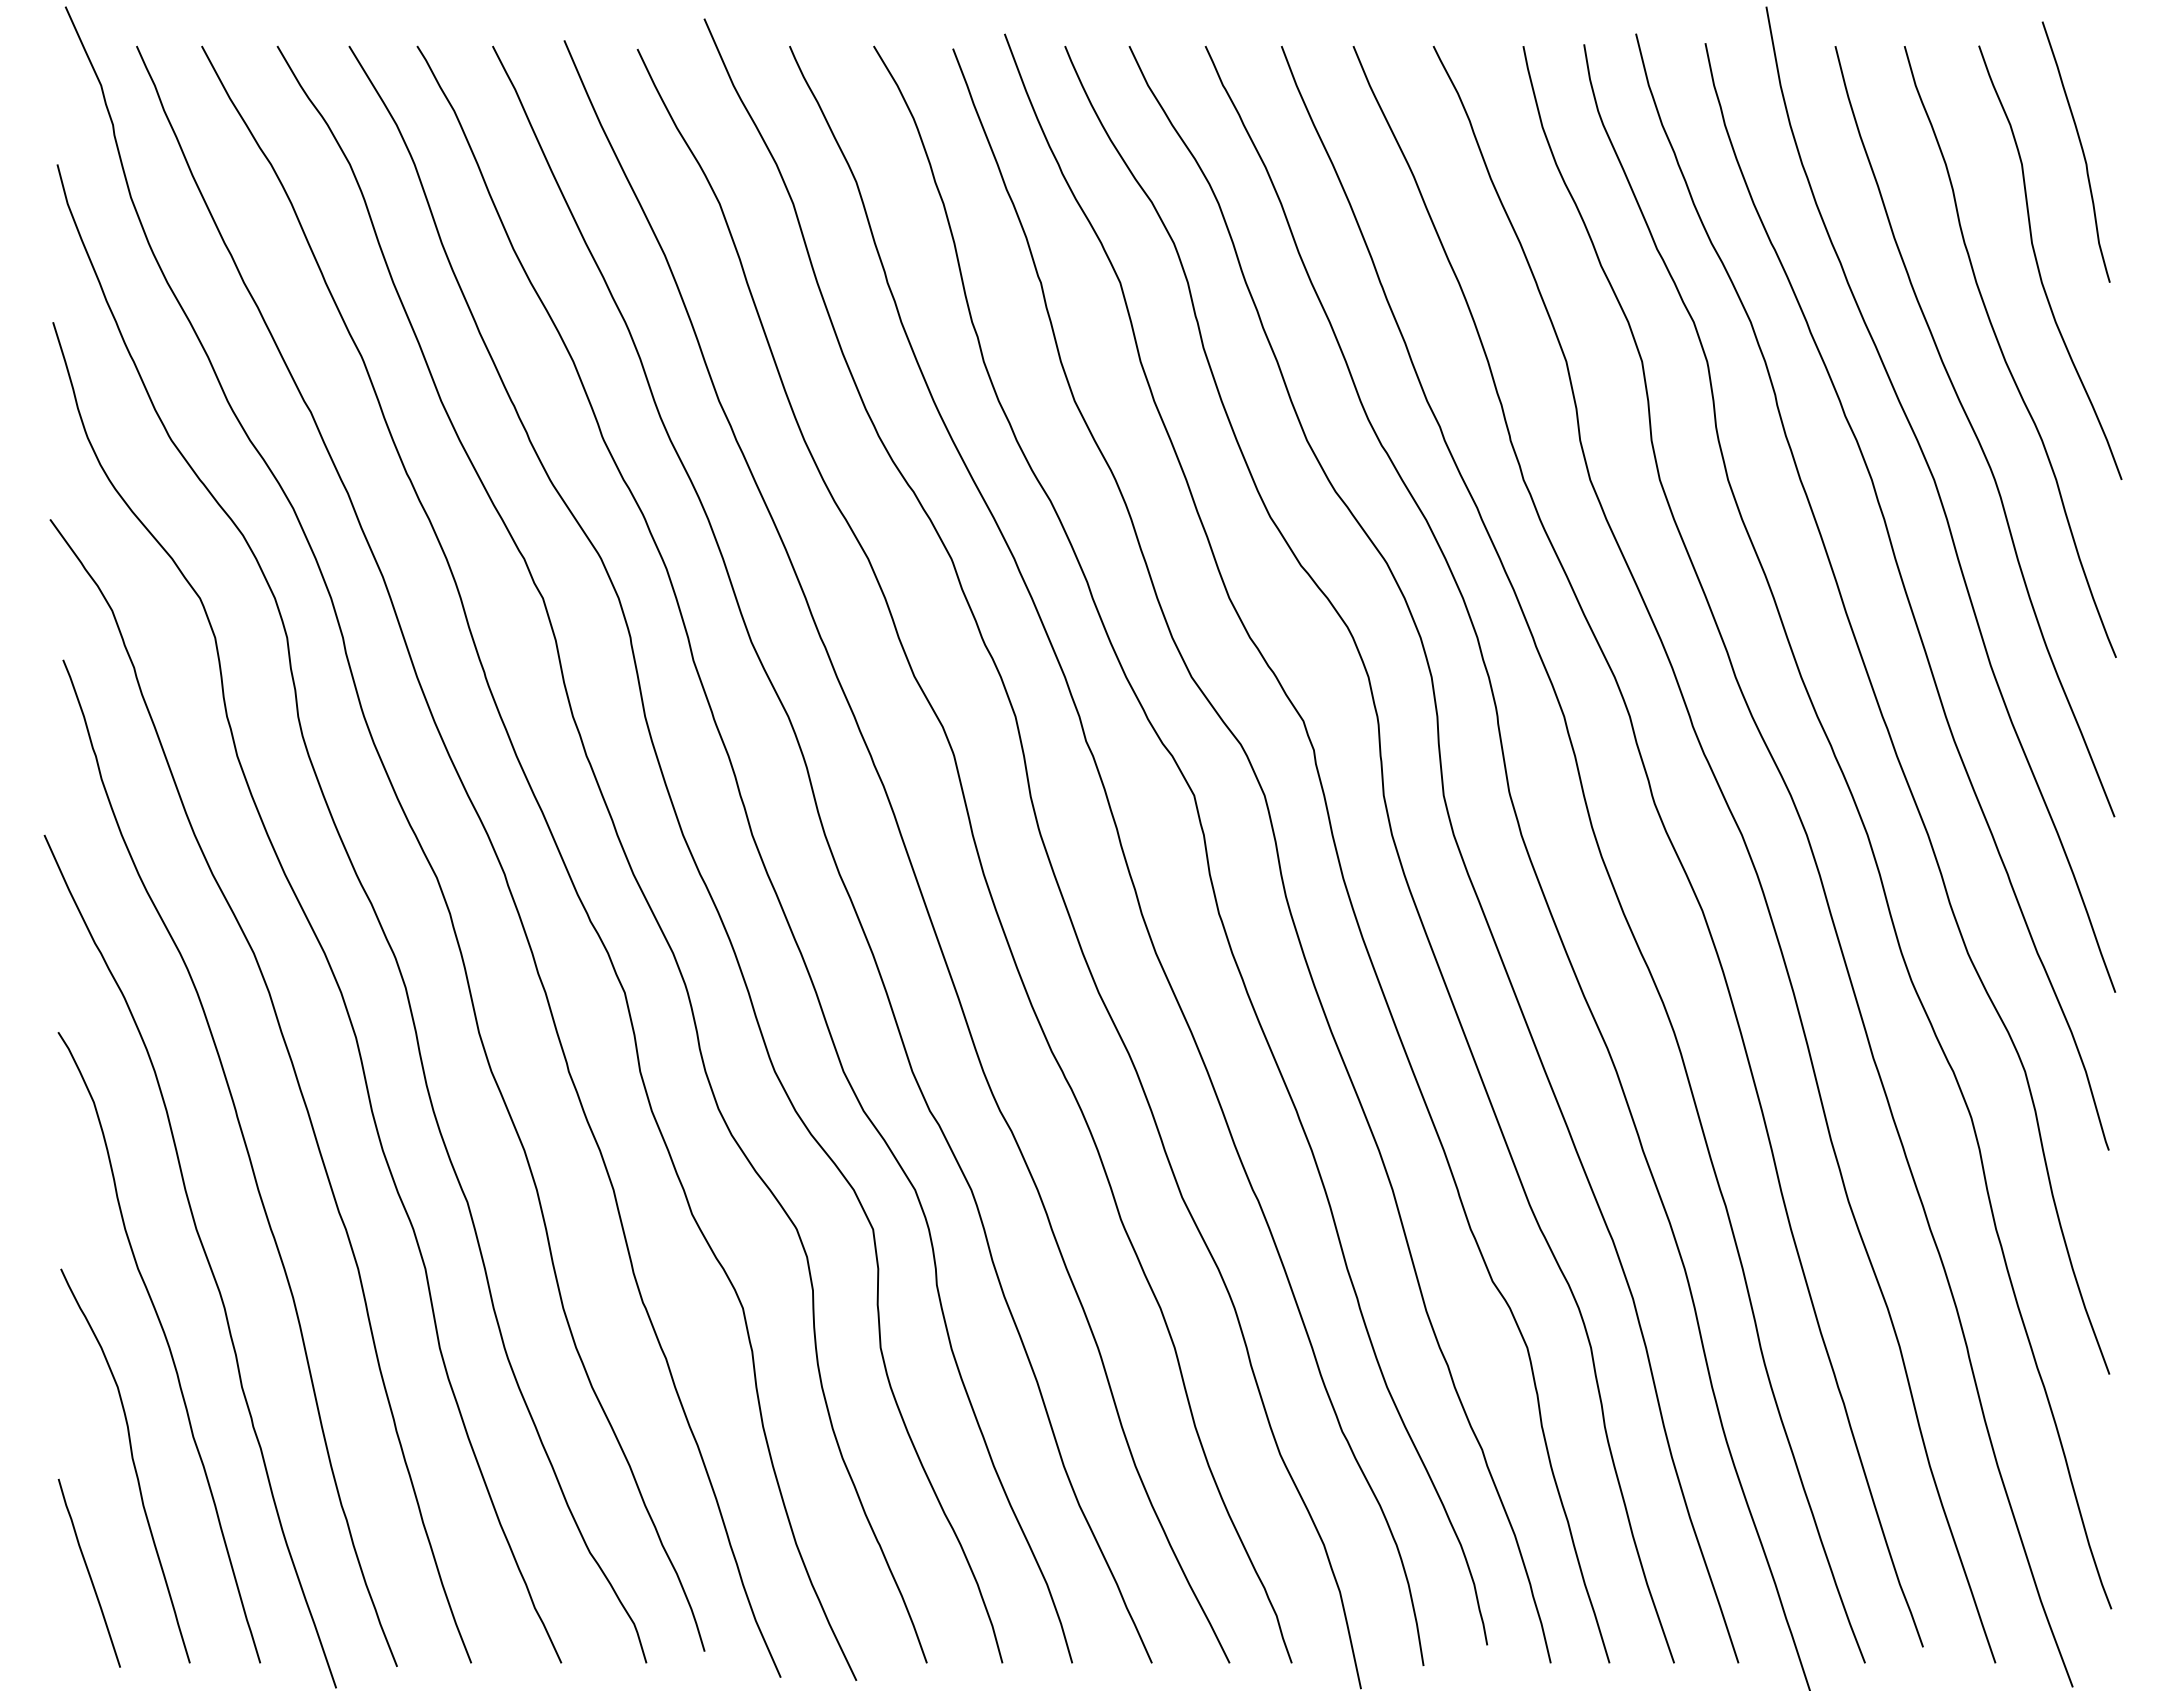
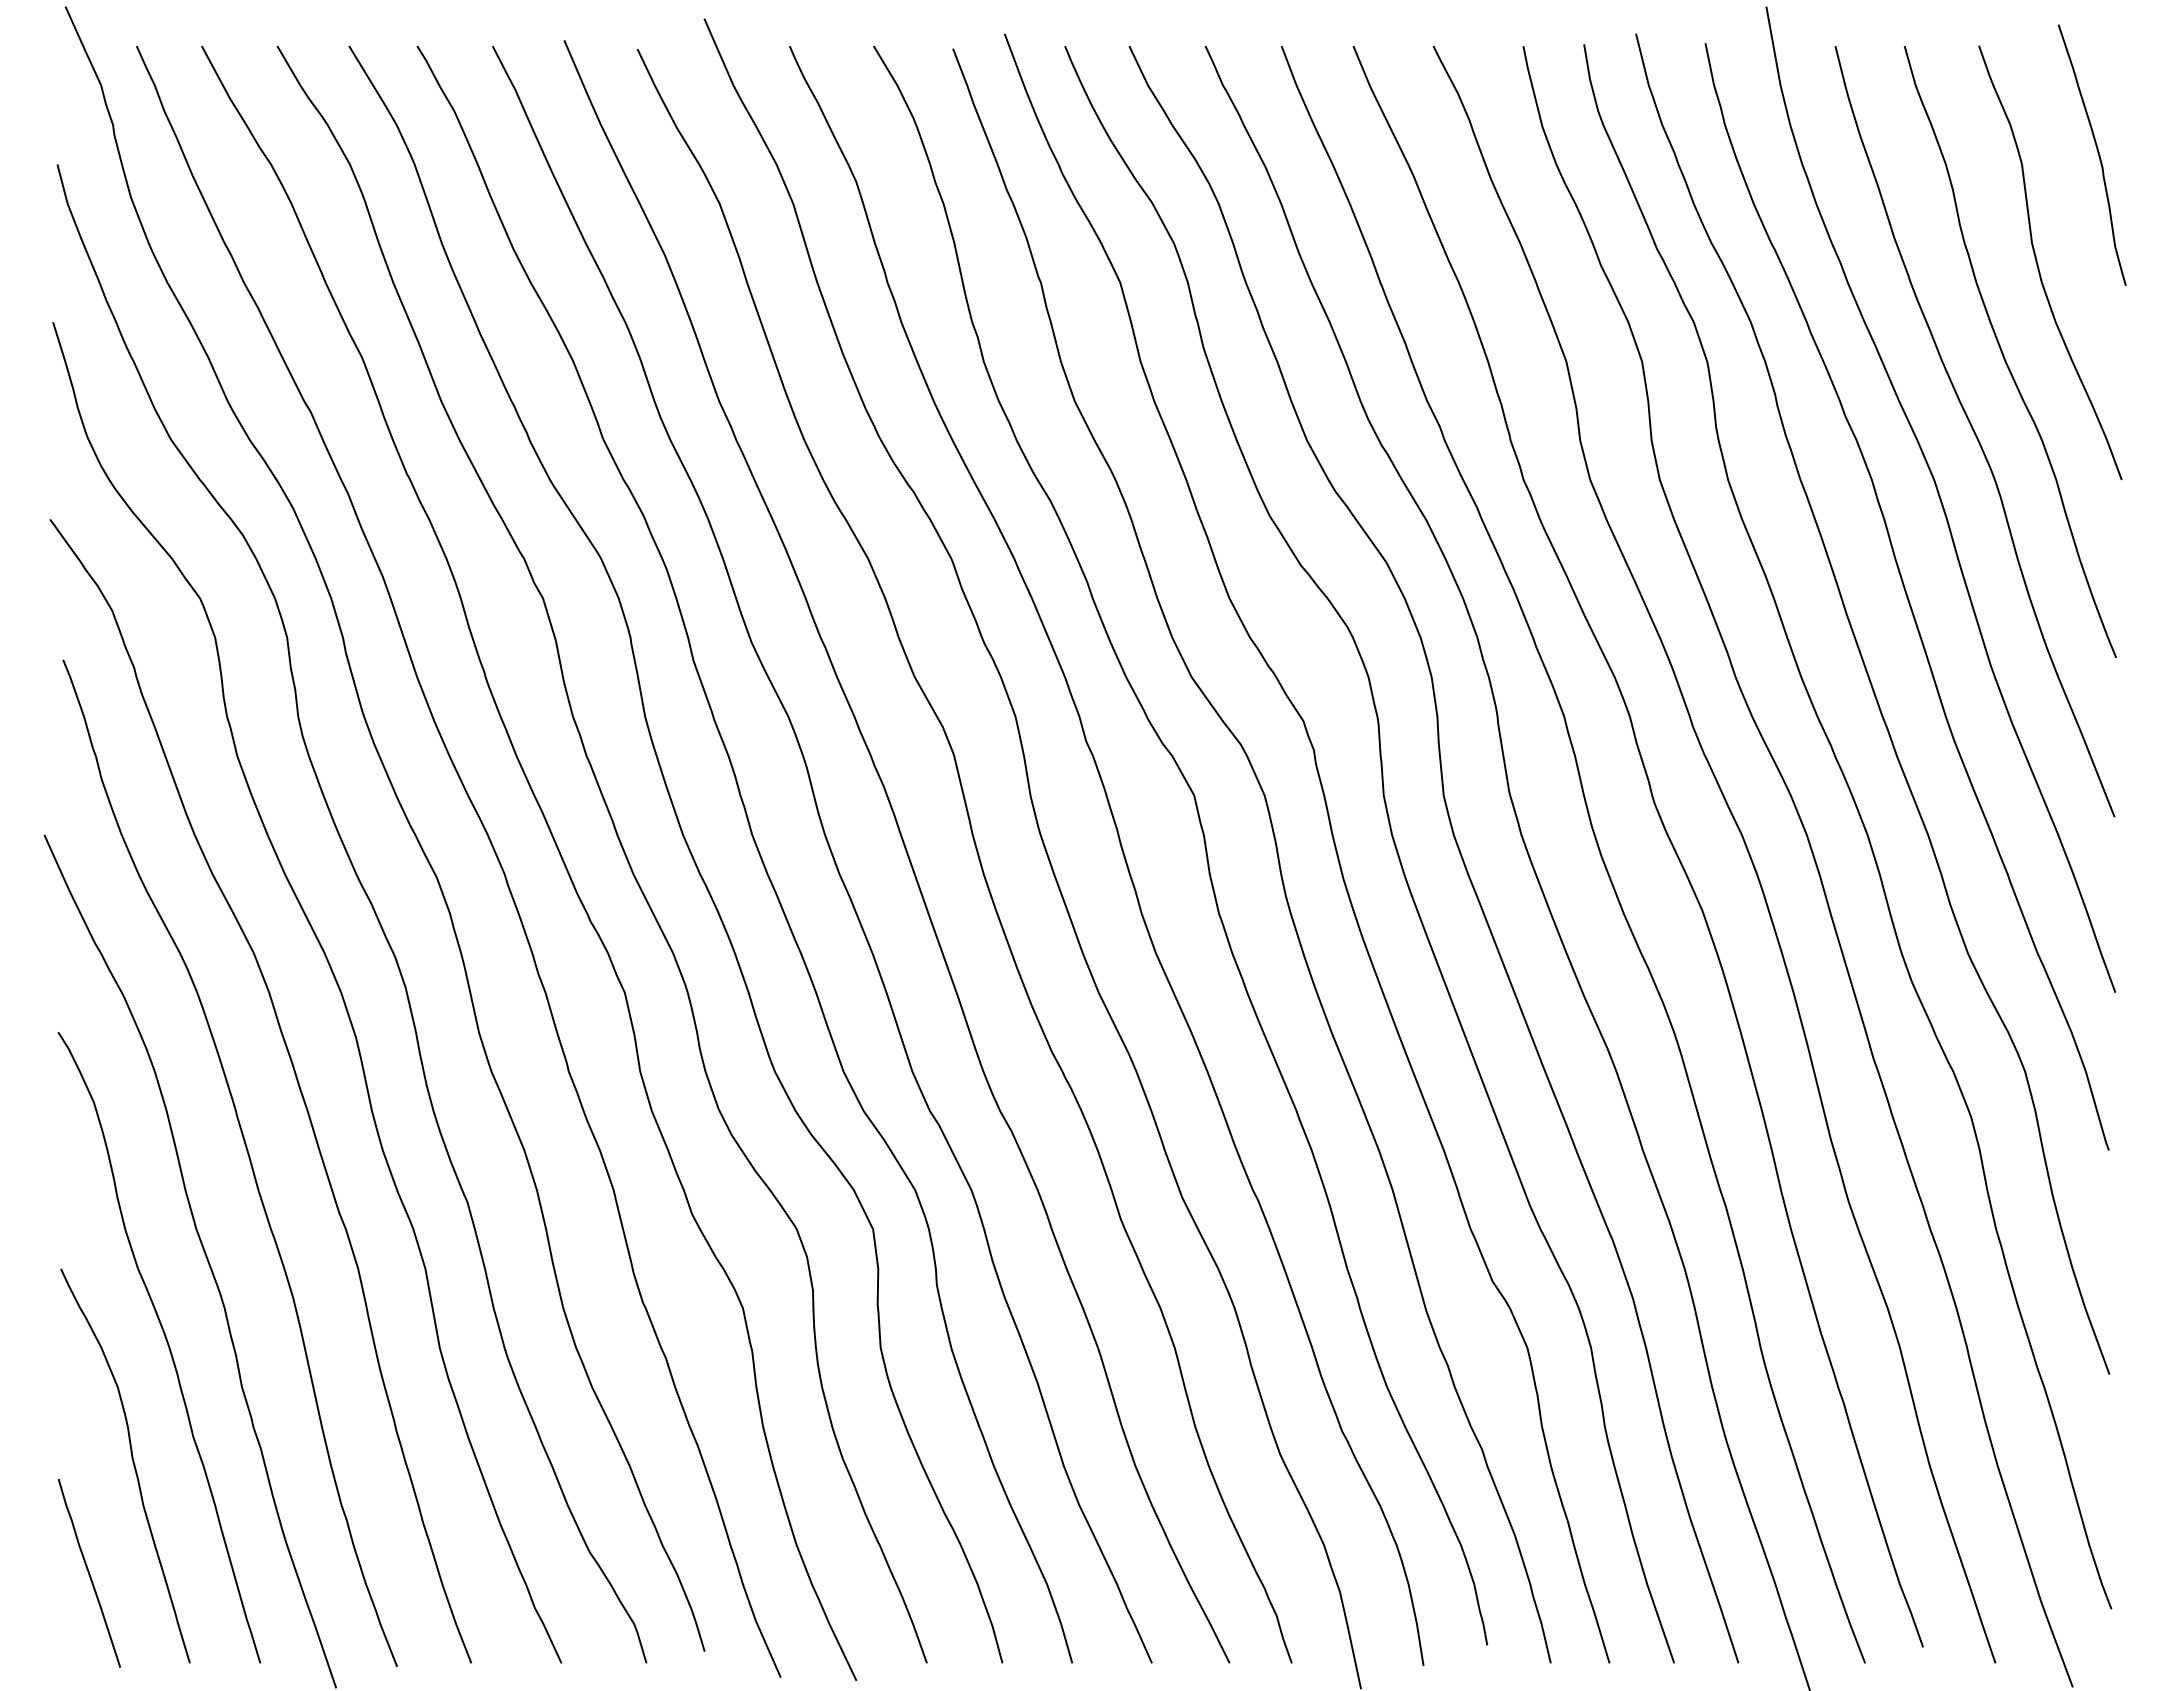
curve at (2081, 150) position: (2081, 150) -> (2097, 153)
